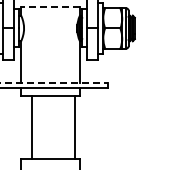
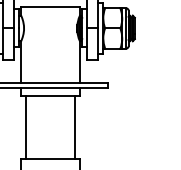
line at (50, 7): dashed -> solid
line at (54, 83): dashed -> solid
line at (32, 127) position: (32, 127) -> (26, 127)
